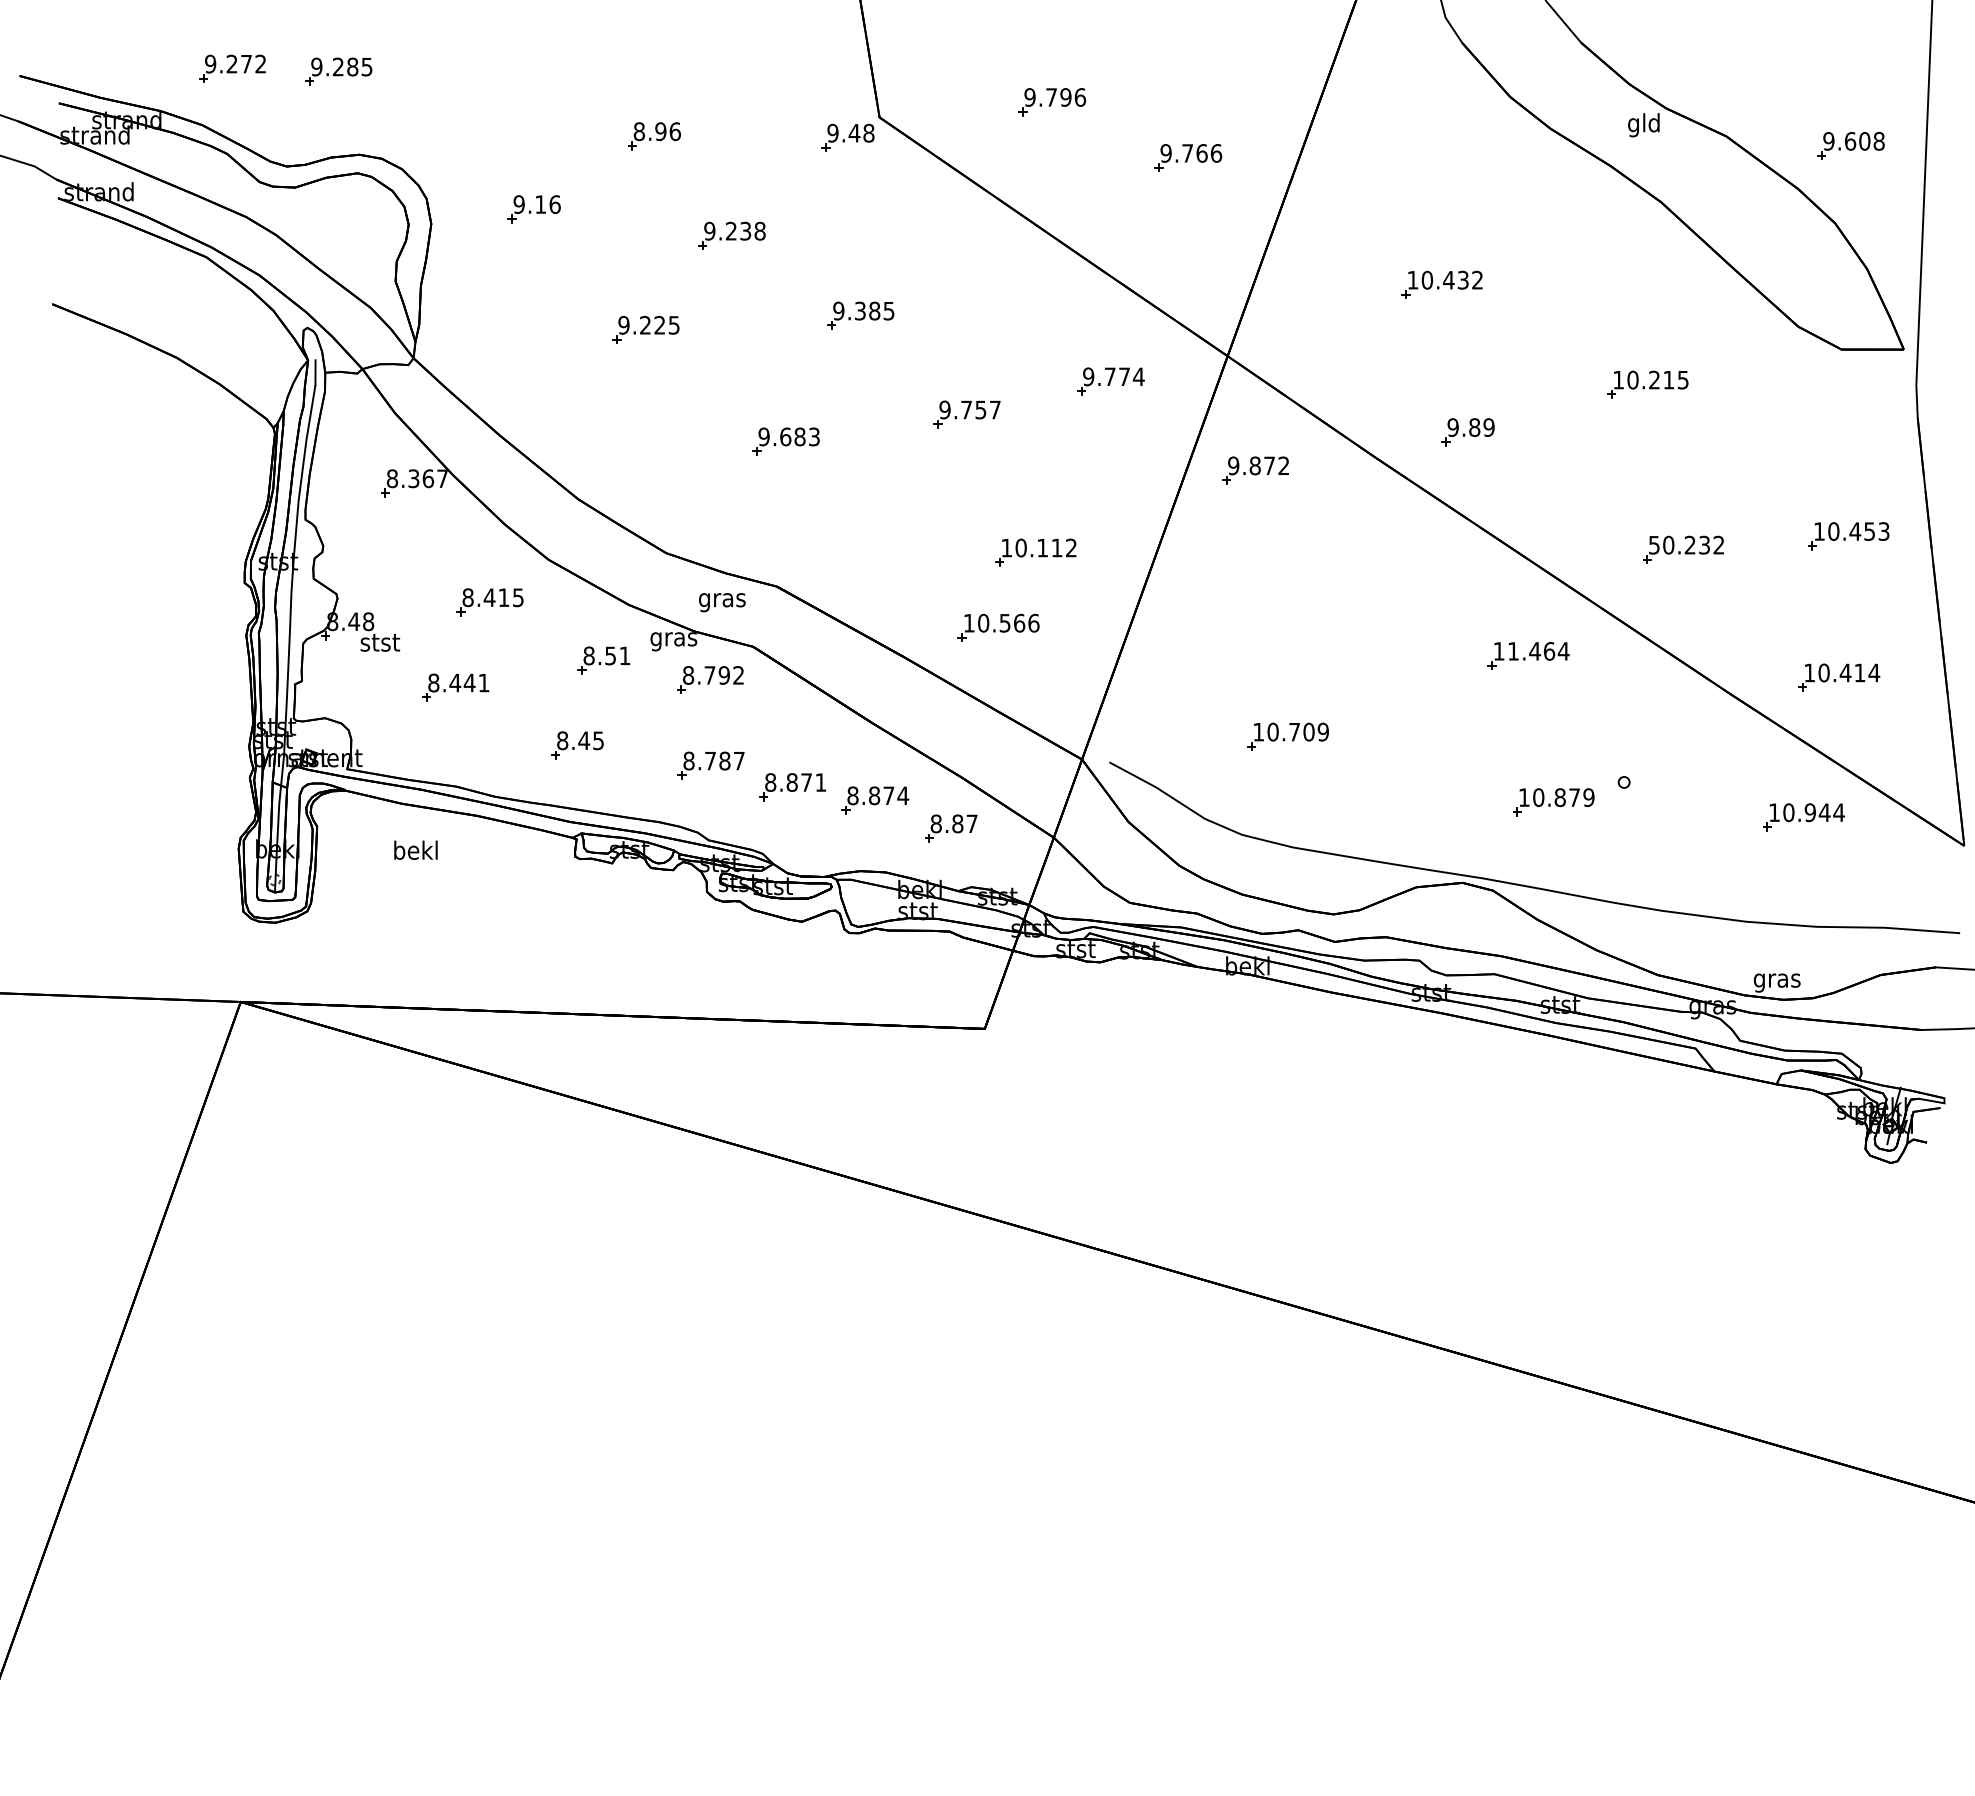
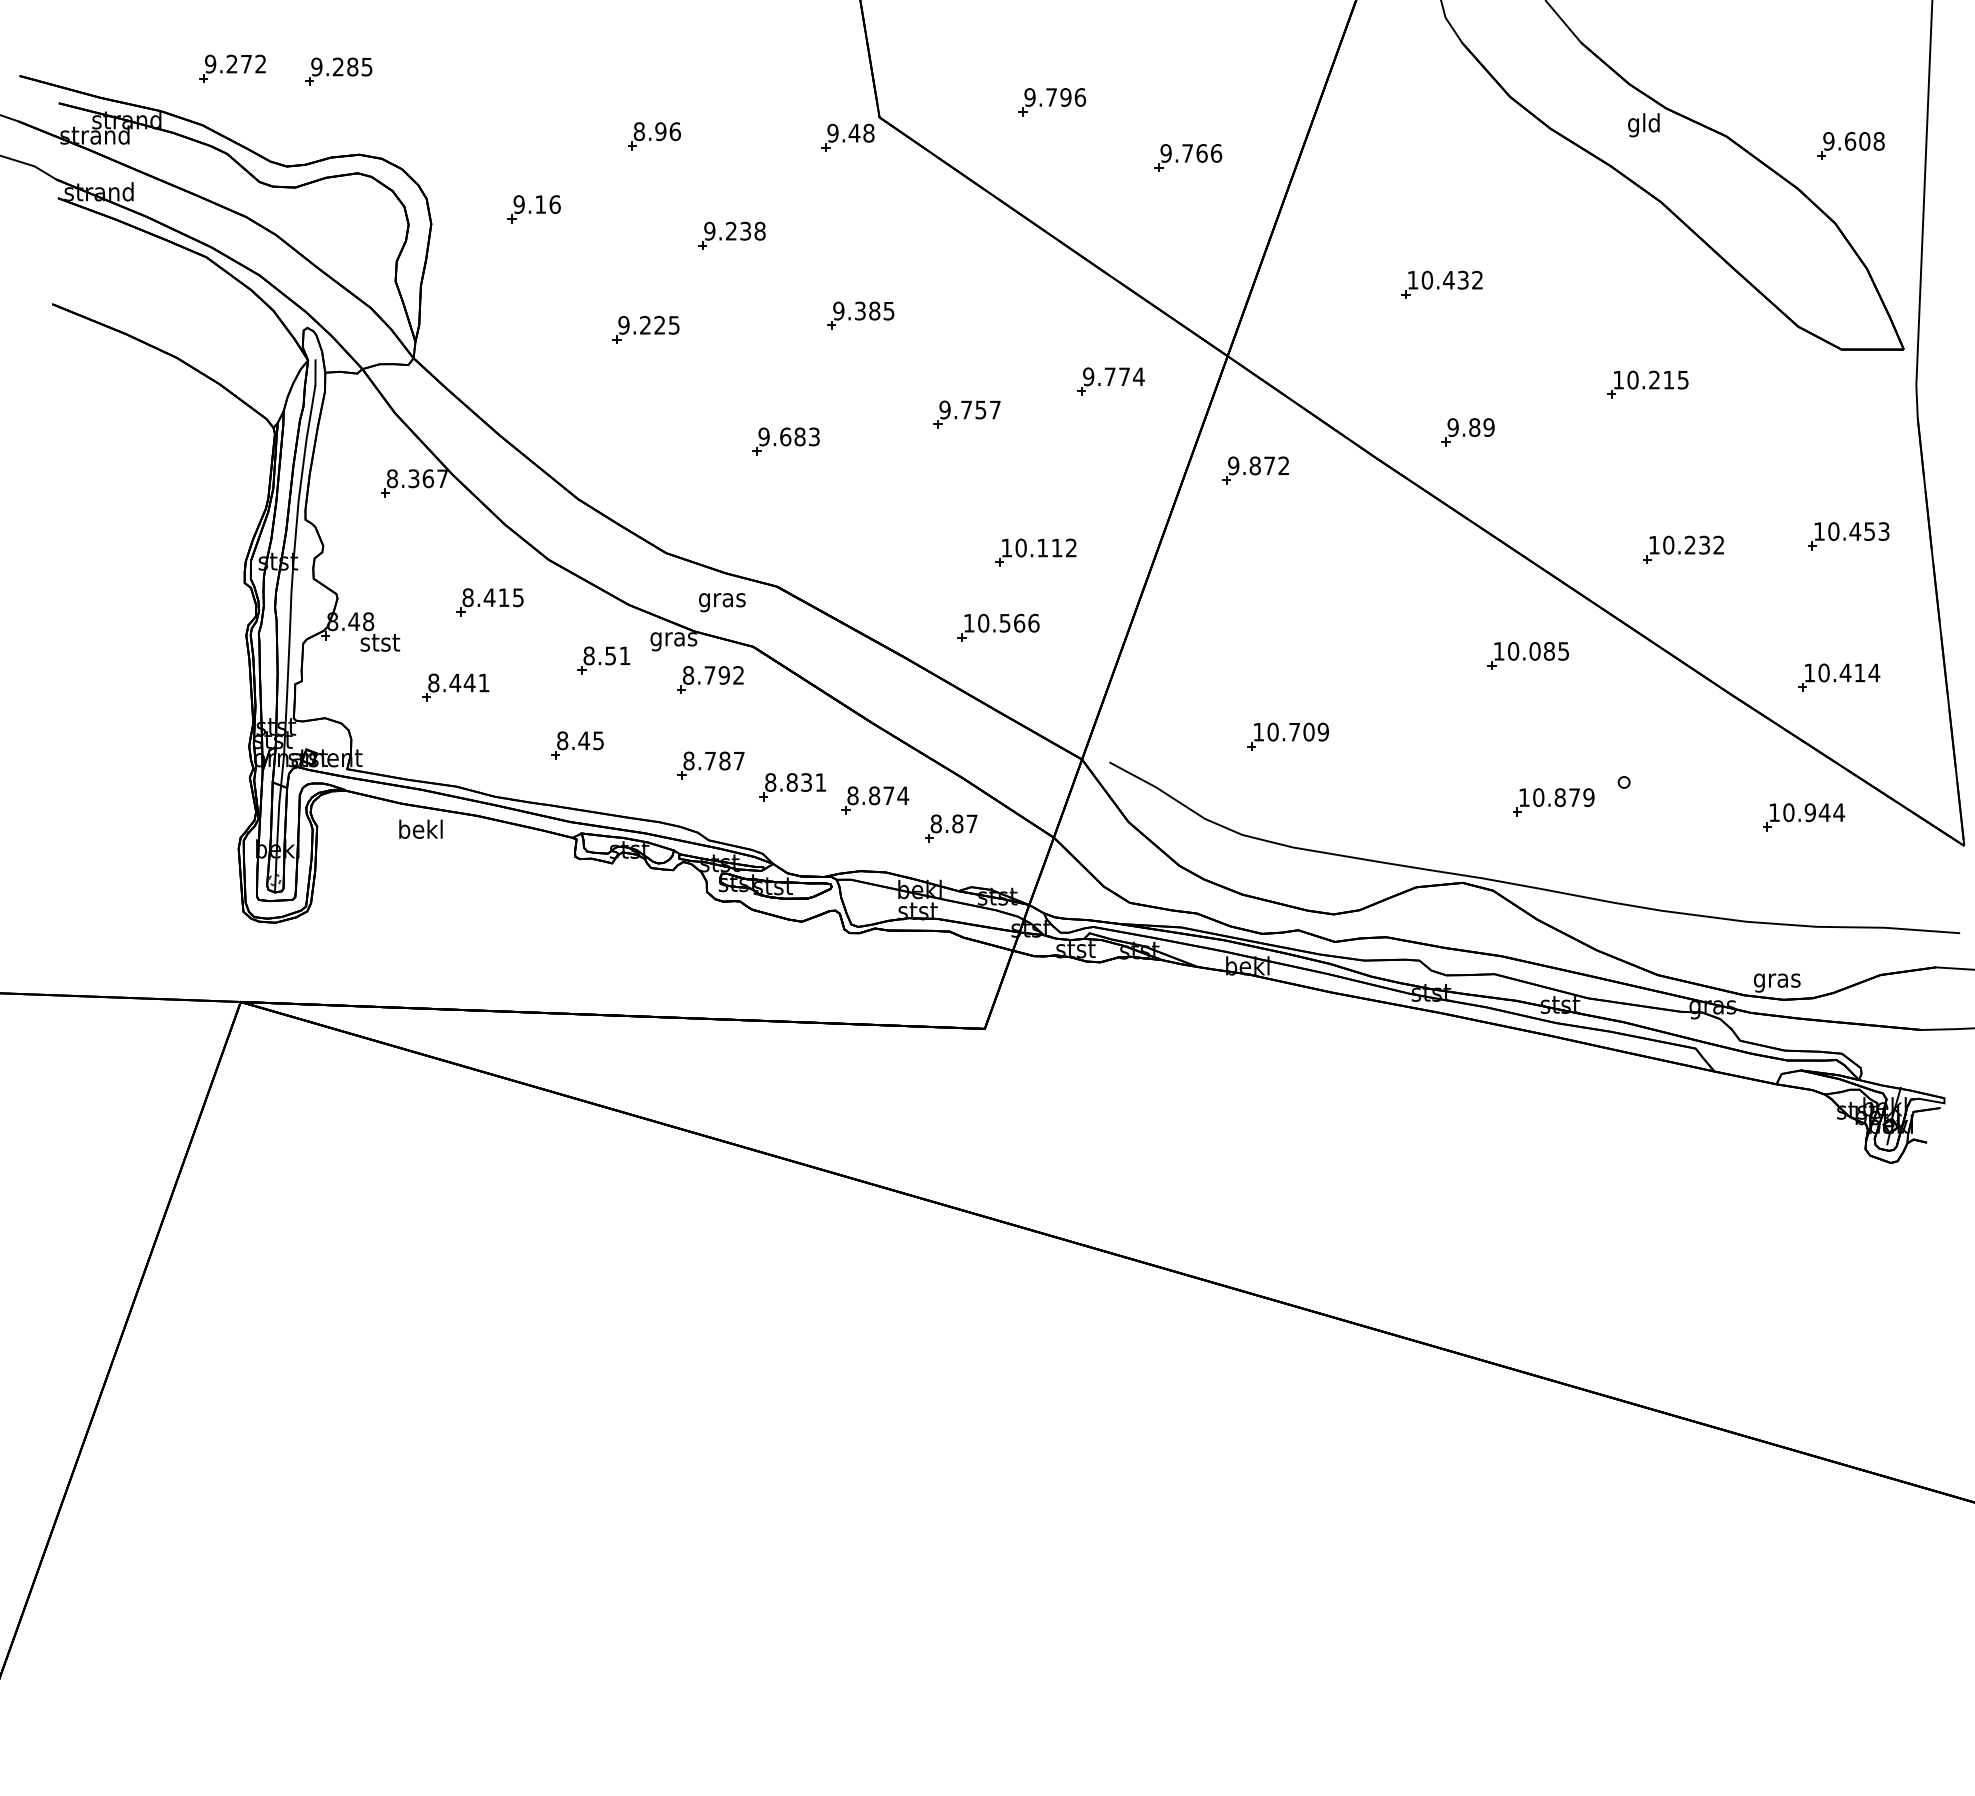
text at (1654, 545): 50.232 -> 10.232
text at (1538, 651): 11.464 -> 10.085
text at (806, 782): 8.871 -> 8.831
text at (415, 849) position: (415, 849) -> (420, 828)
